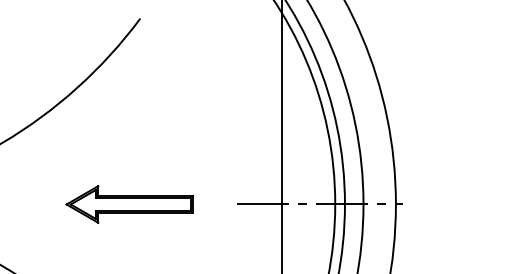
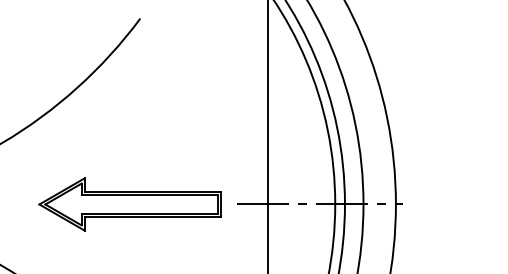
line at (282, 136) position: (282, 136) -> (268, 136)
part at (129, 204) size: 129x39 px -> 184x55 px
